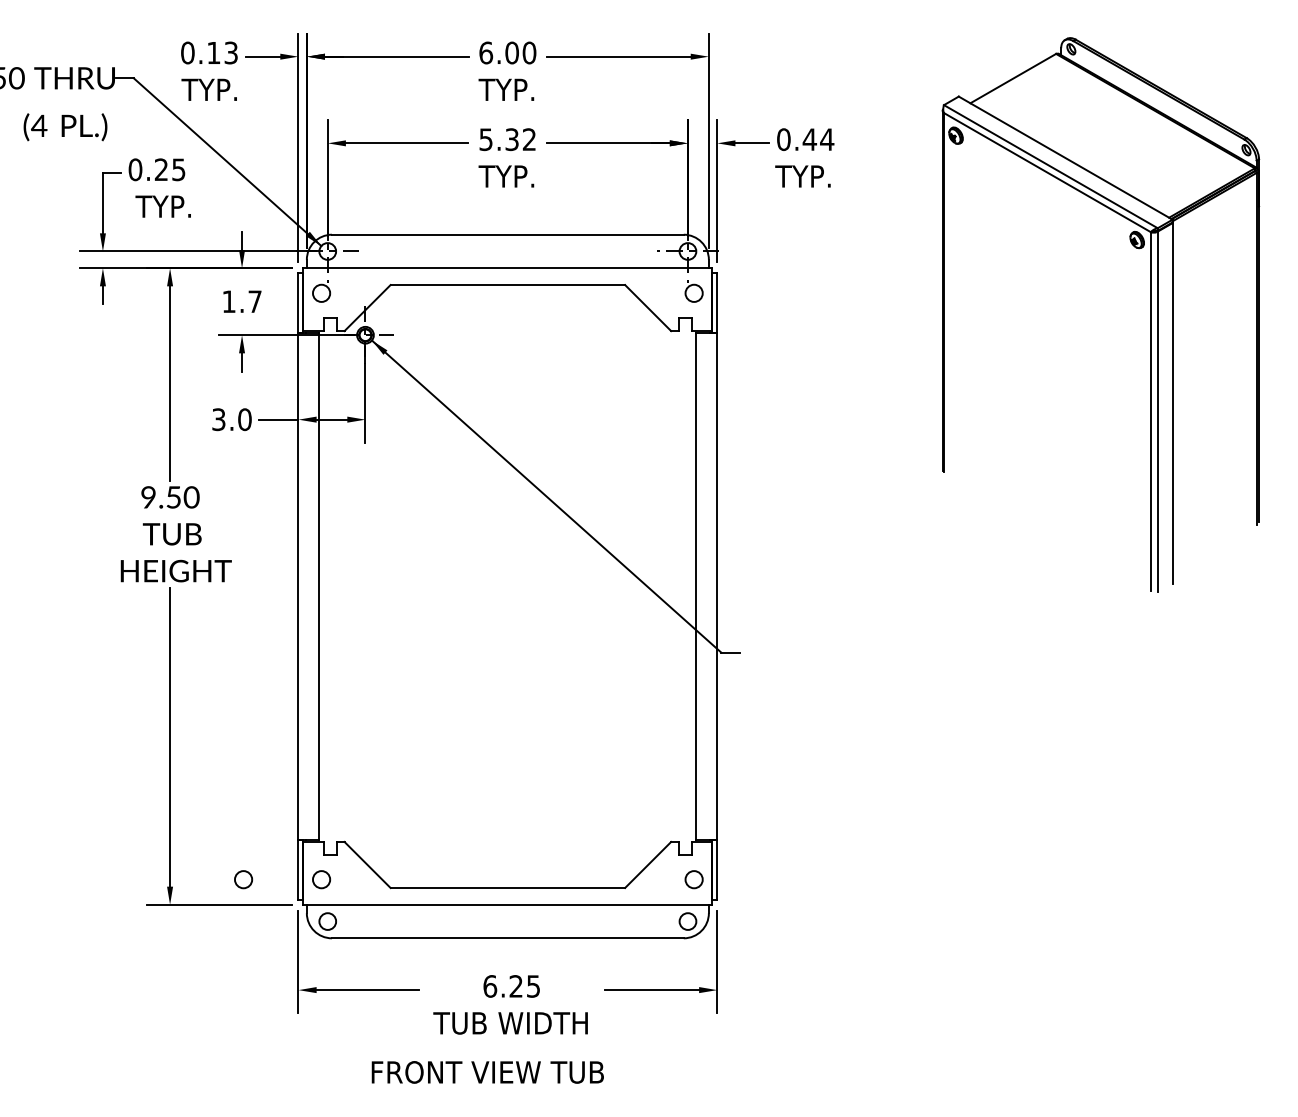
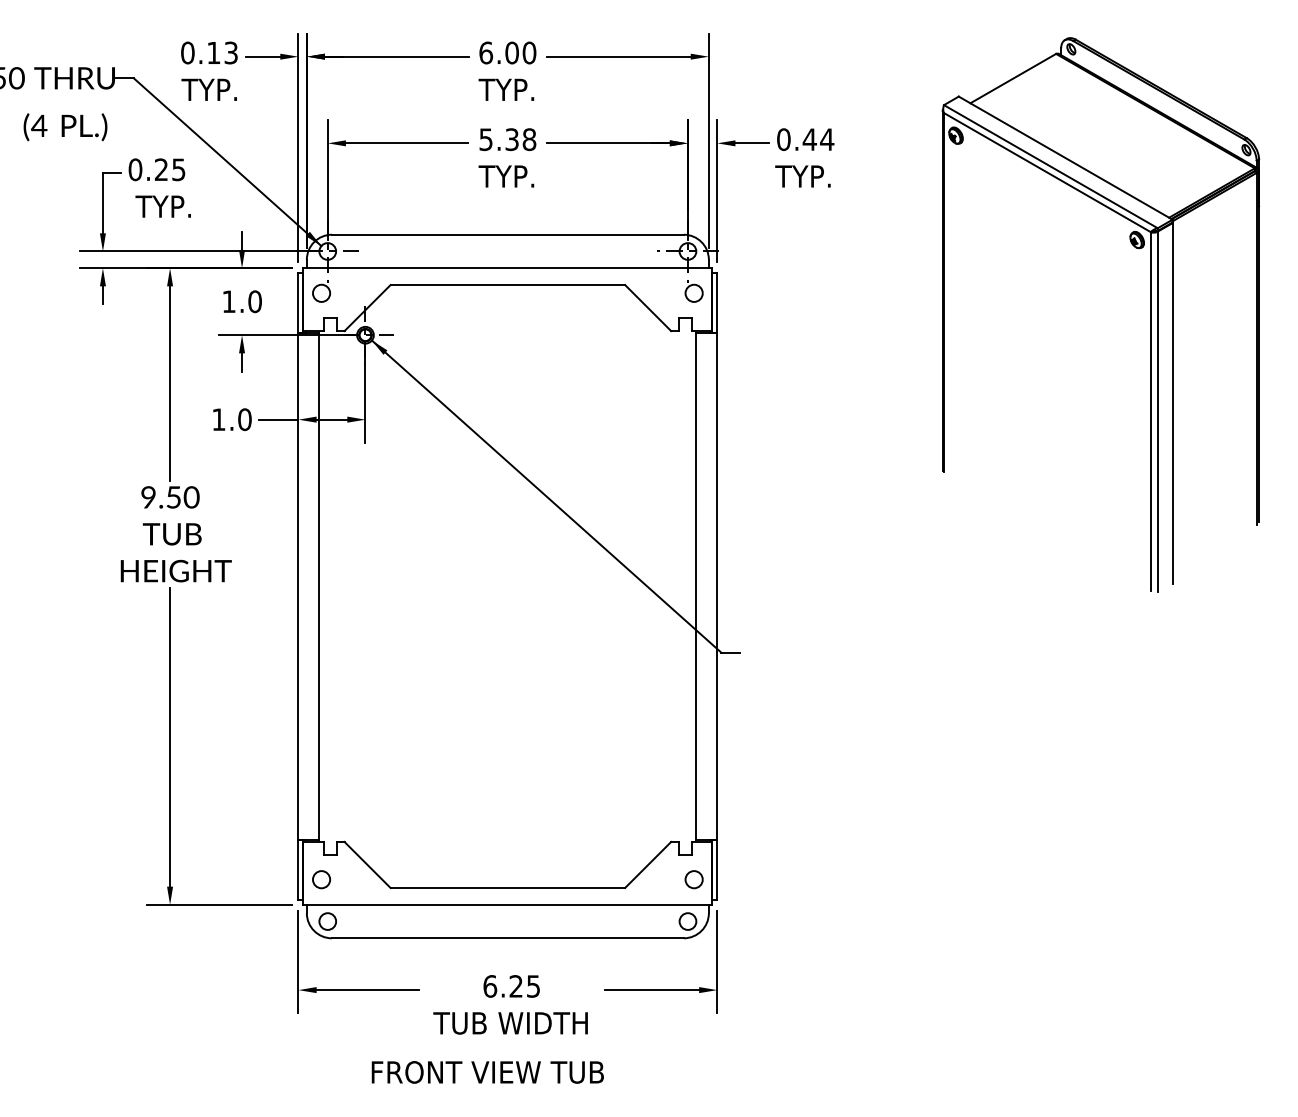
text at (529, 139): 5.32 -> 5.38
text at (254, 301): 1.7 -> 1.0
text at (218, 419): 3.0 -> 1.0
circle at (243, 879): present -> none
